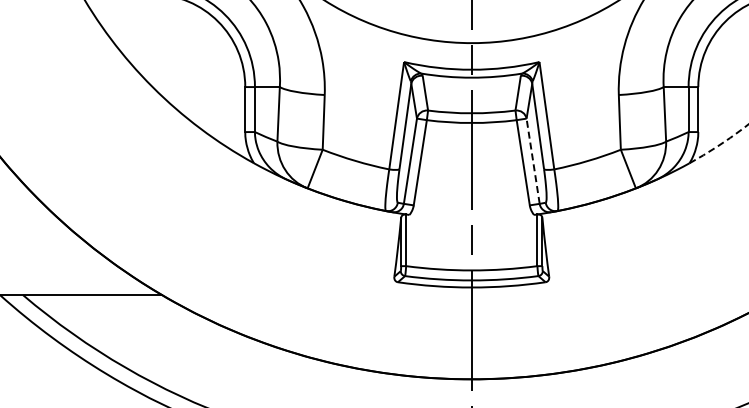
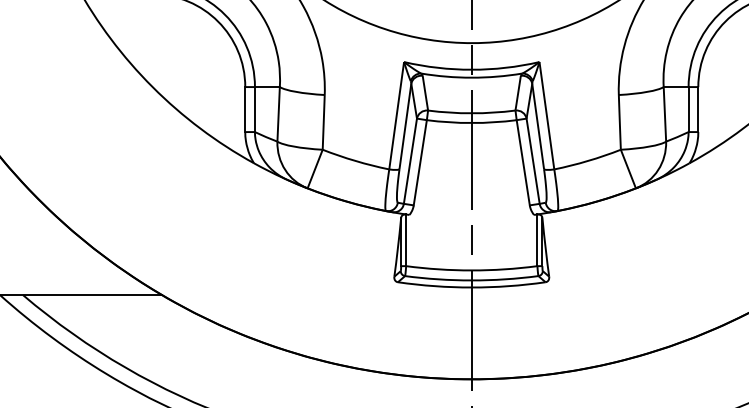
arc at (720, 144): dashed -> solid
line at (533, 160): dashed -> solid
